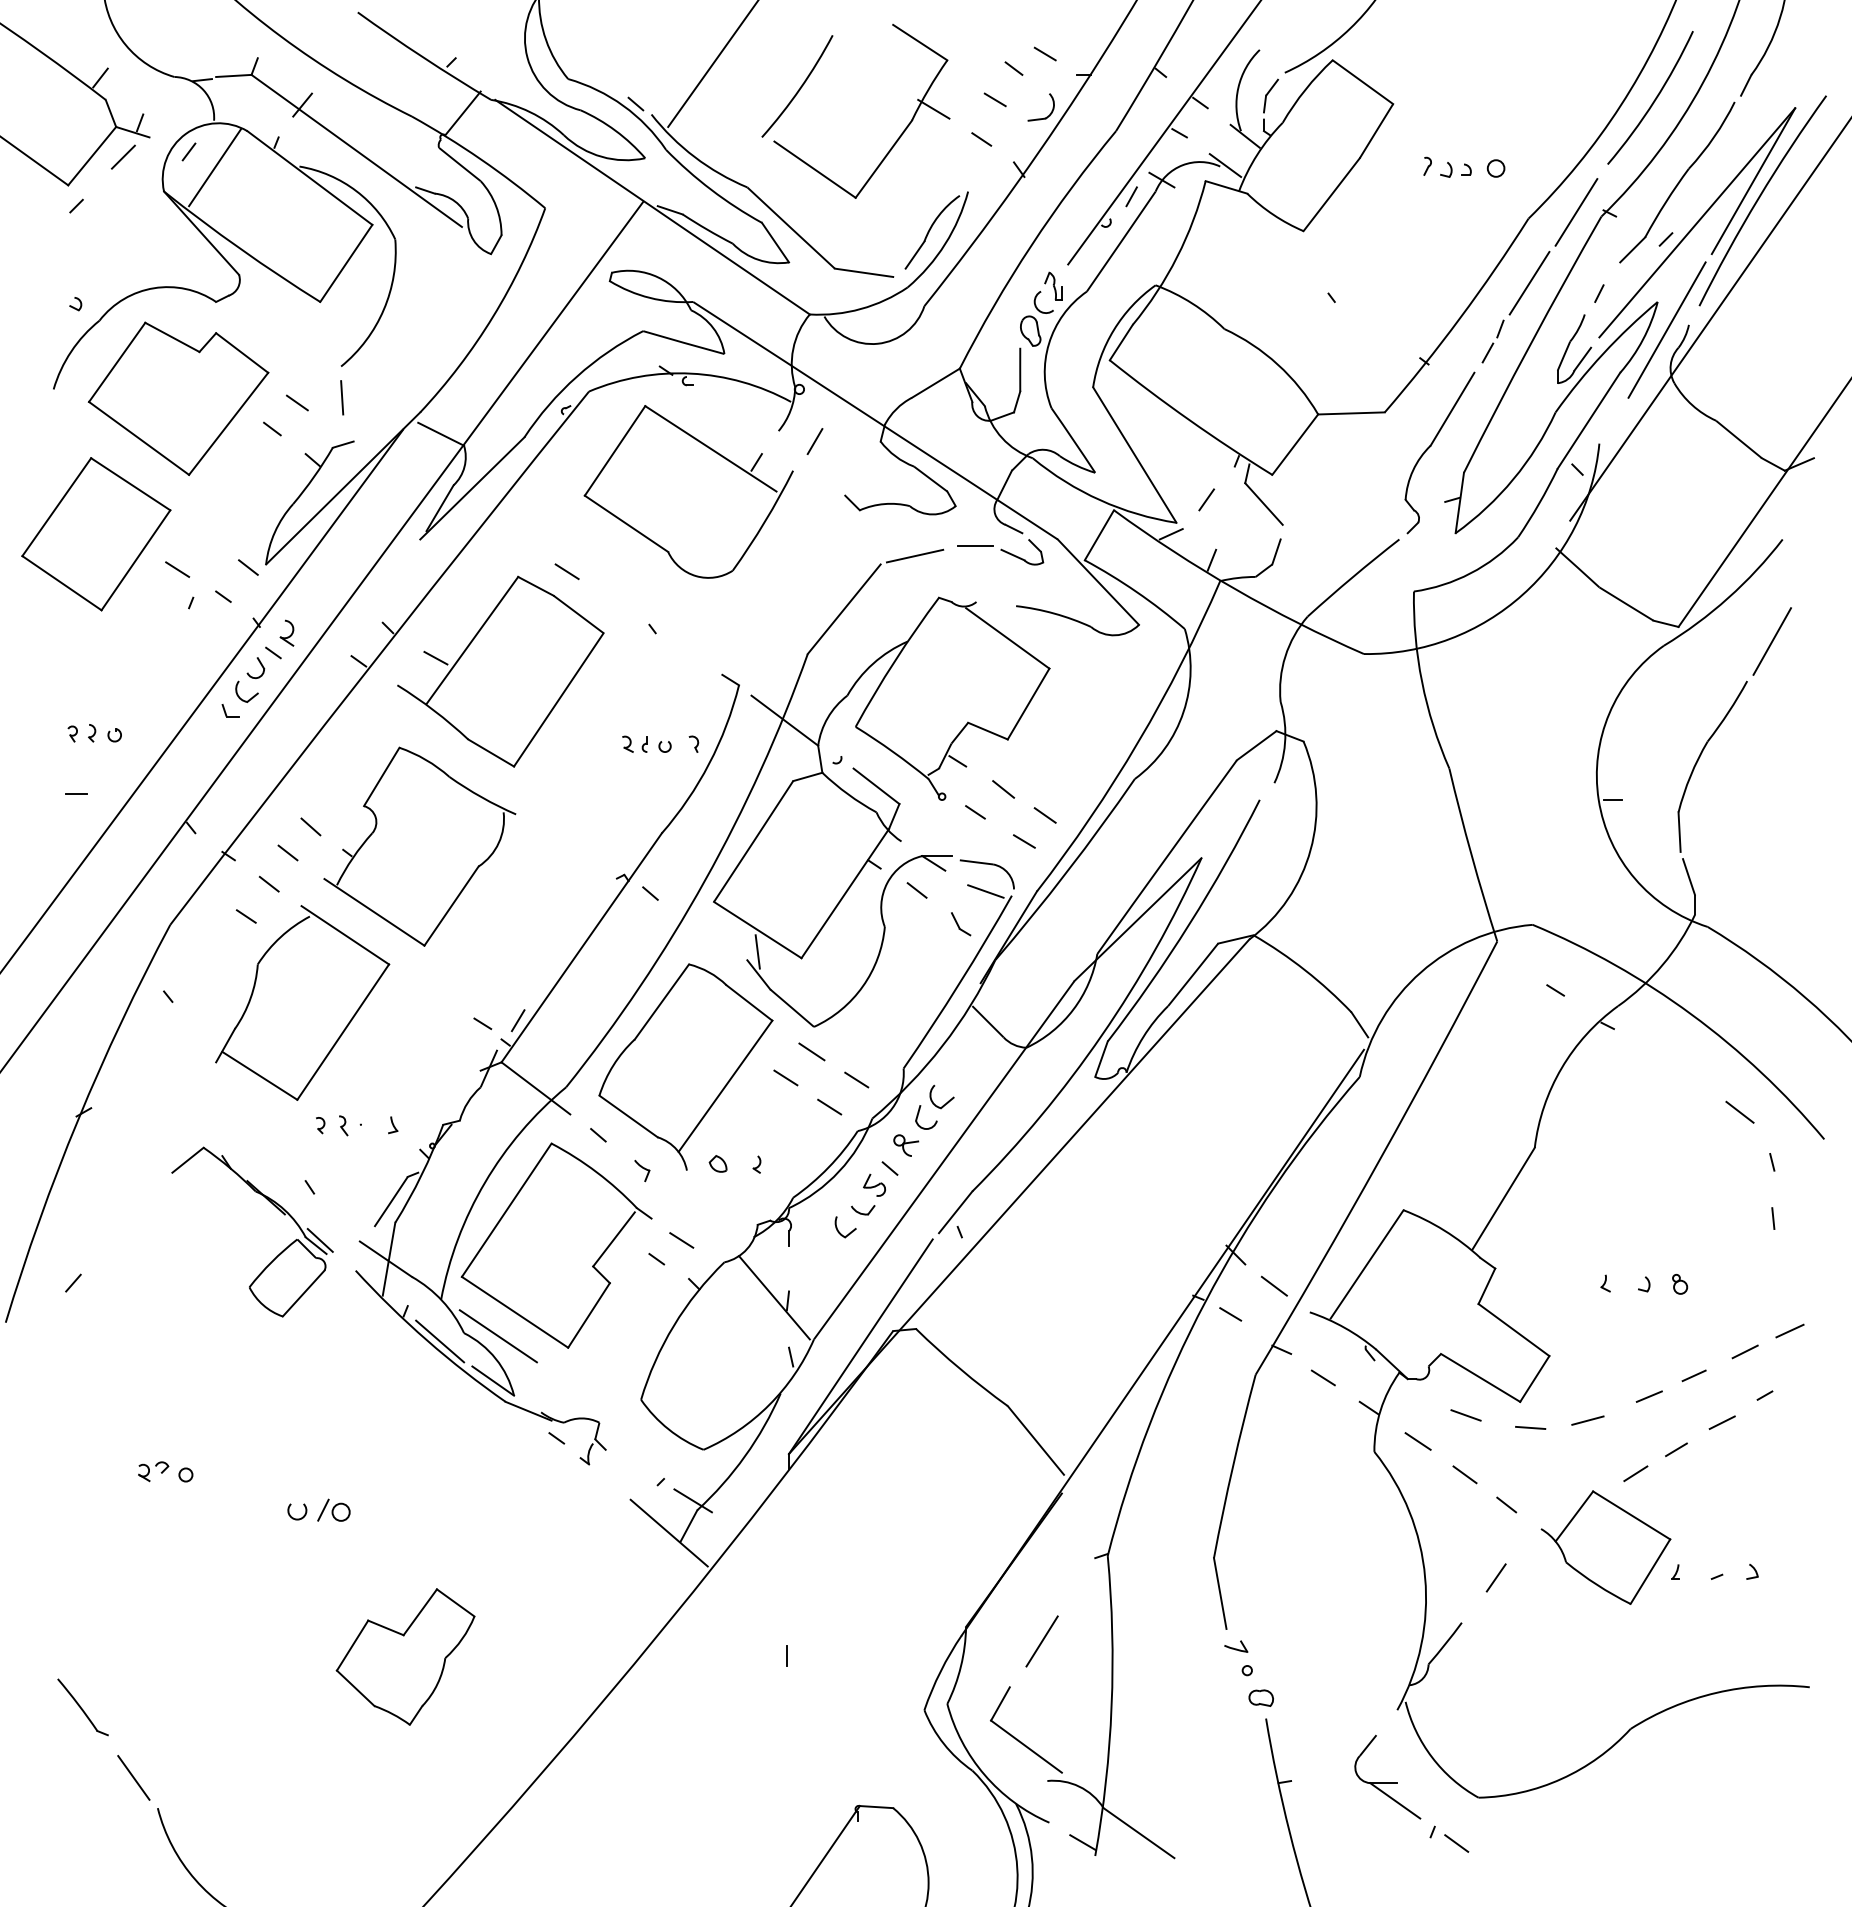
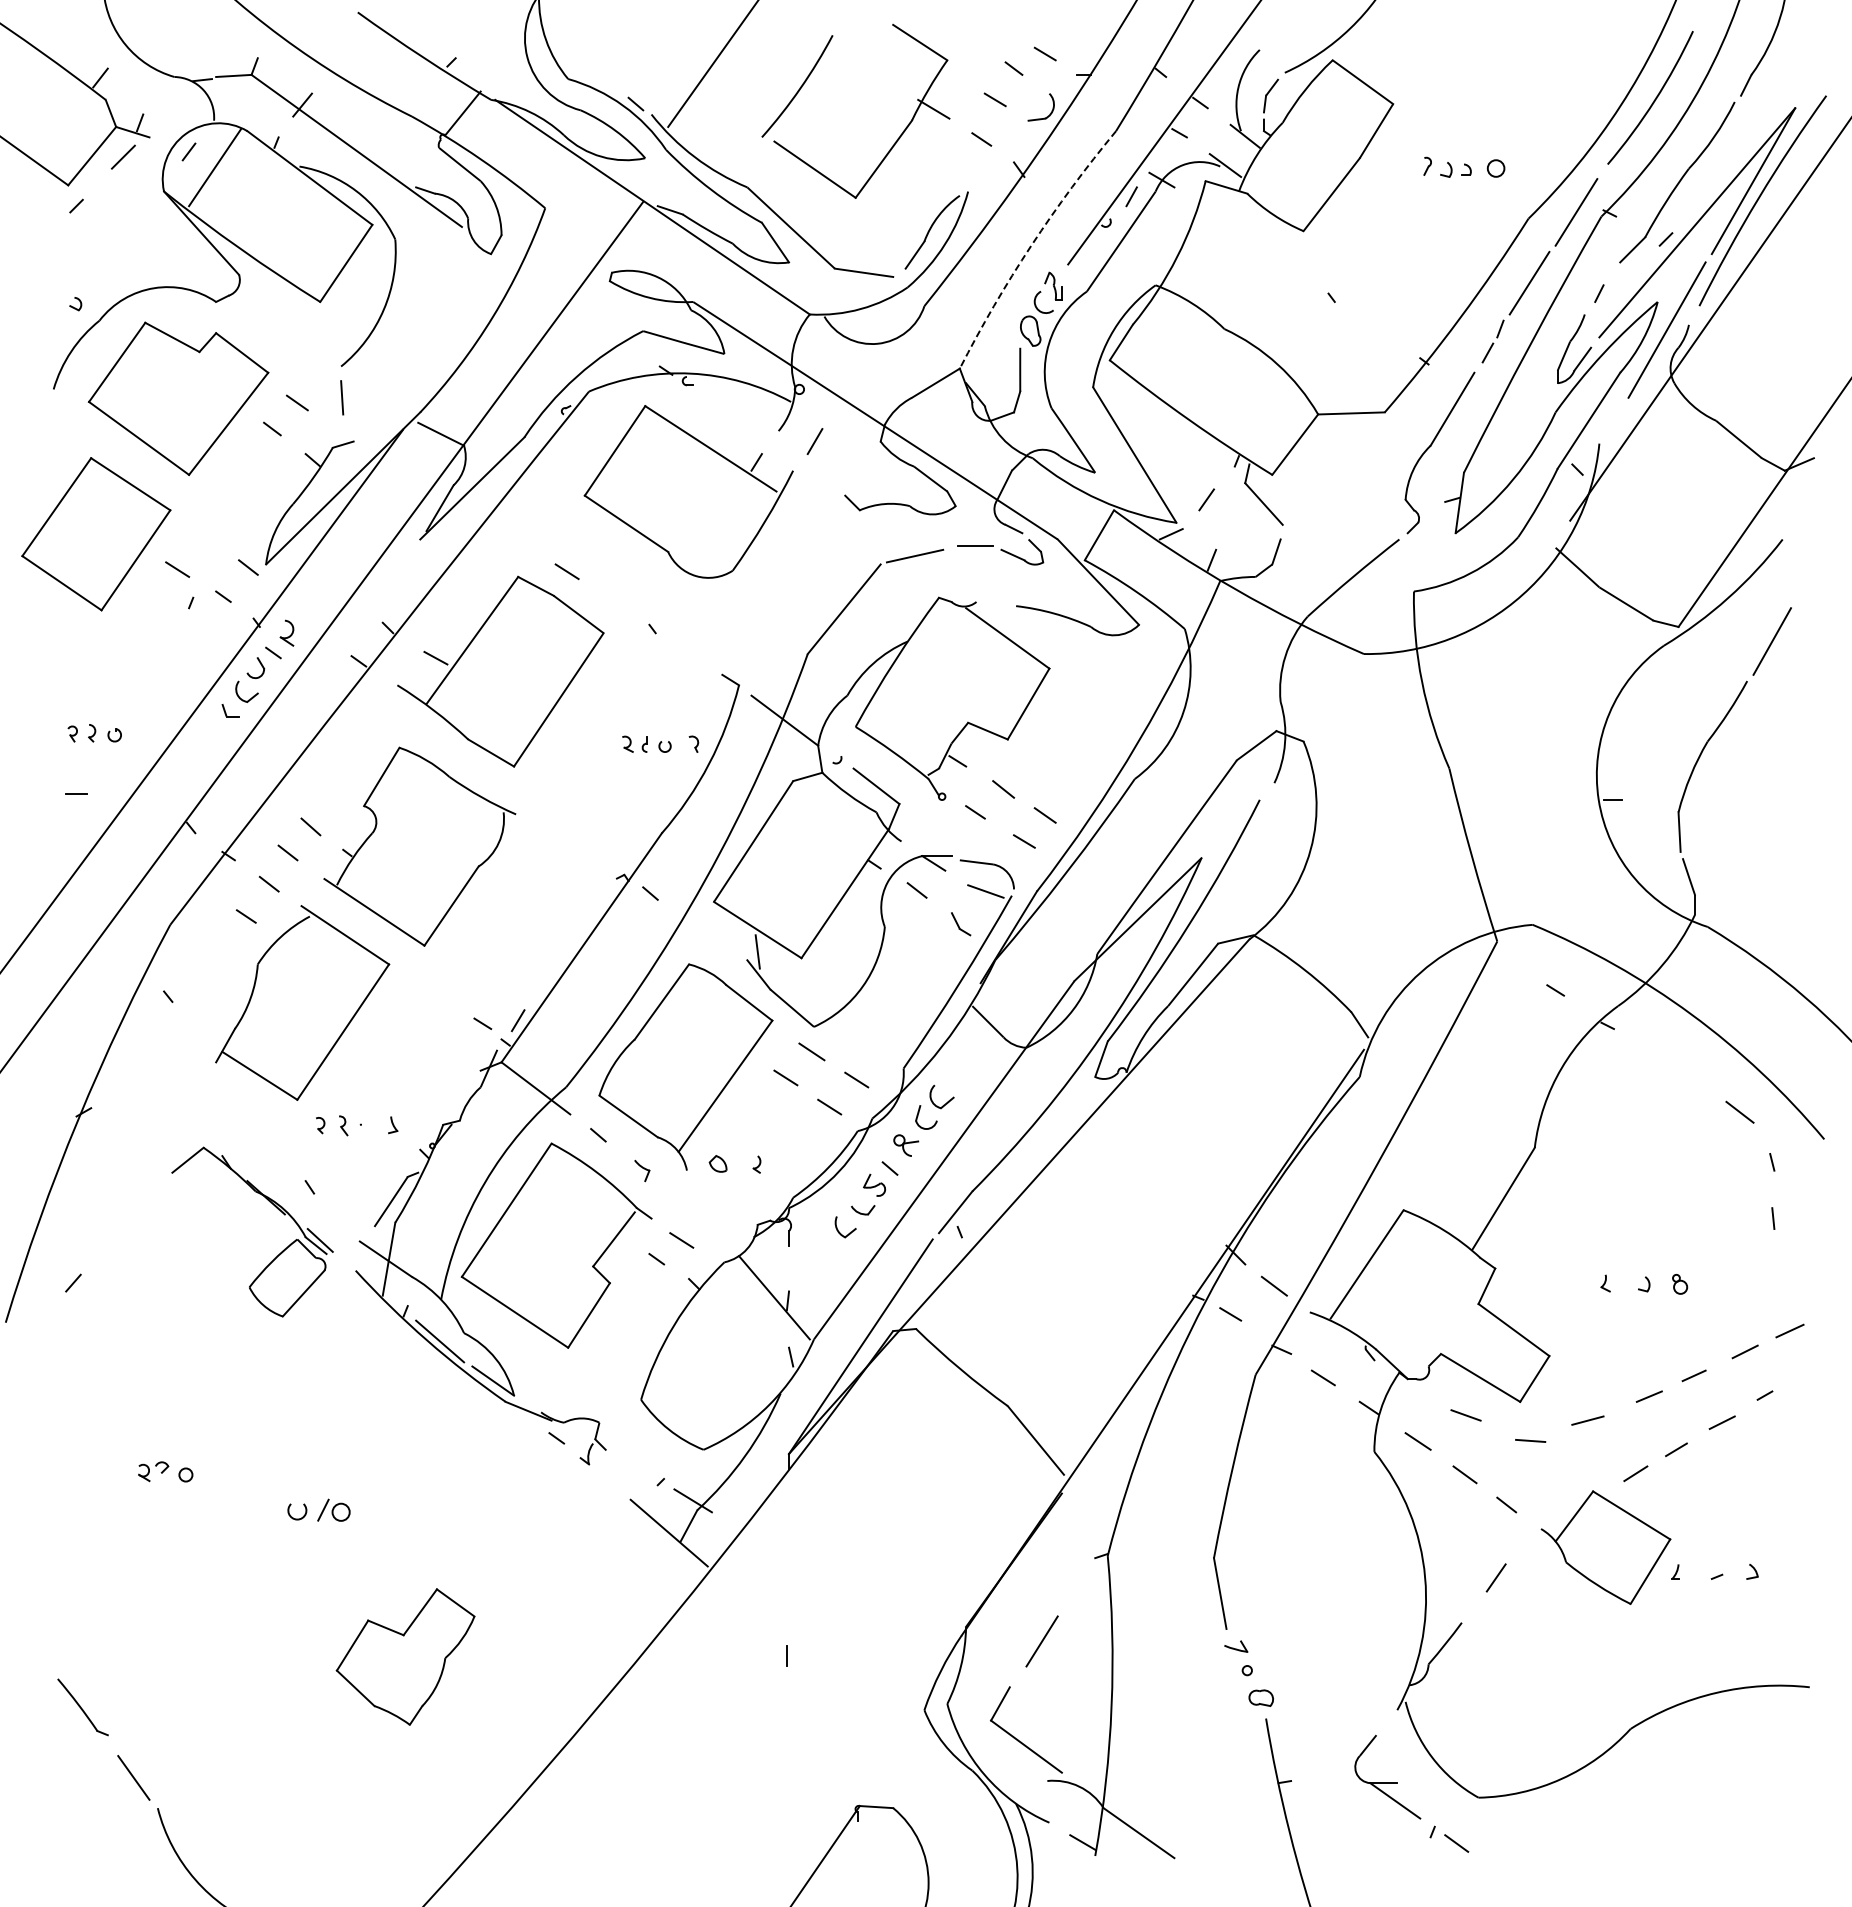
arc at (1031, 245): solid -> dashed
line at (497, 1336): present -> none
line at (1530, 1427) position: (1530, 1427) -> (1530, 1440)
